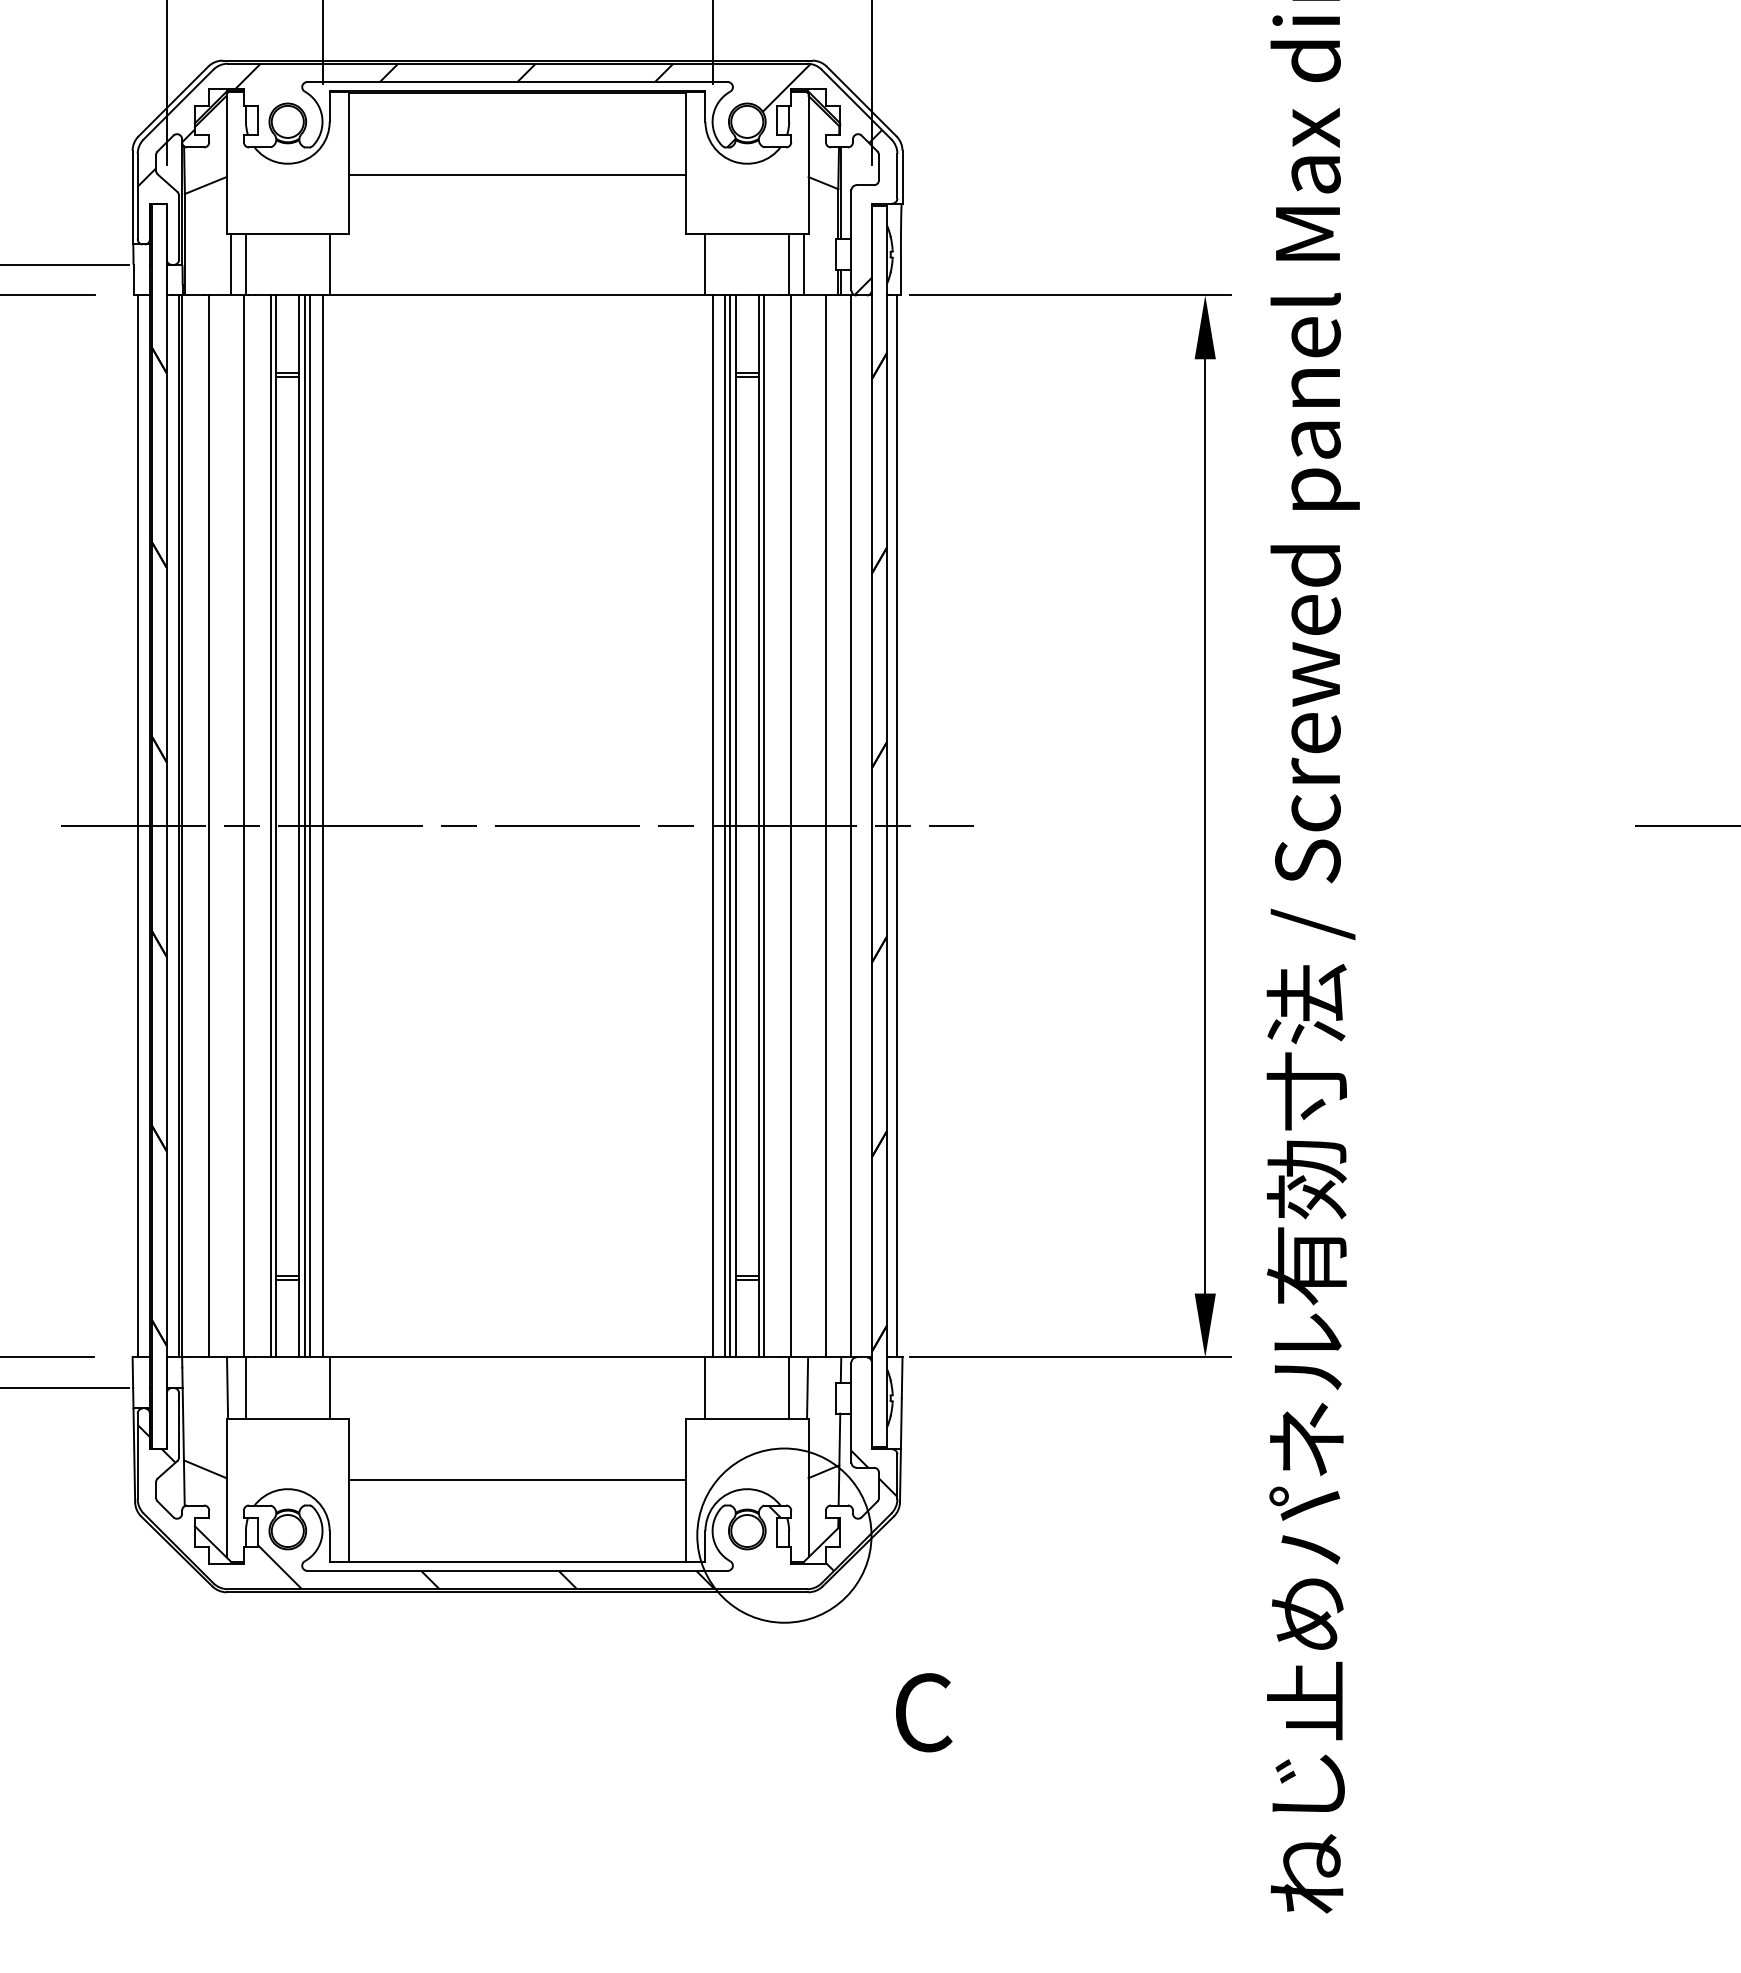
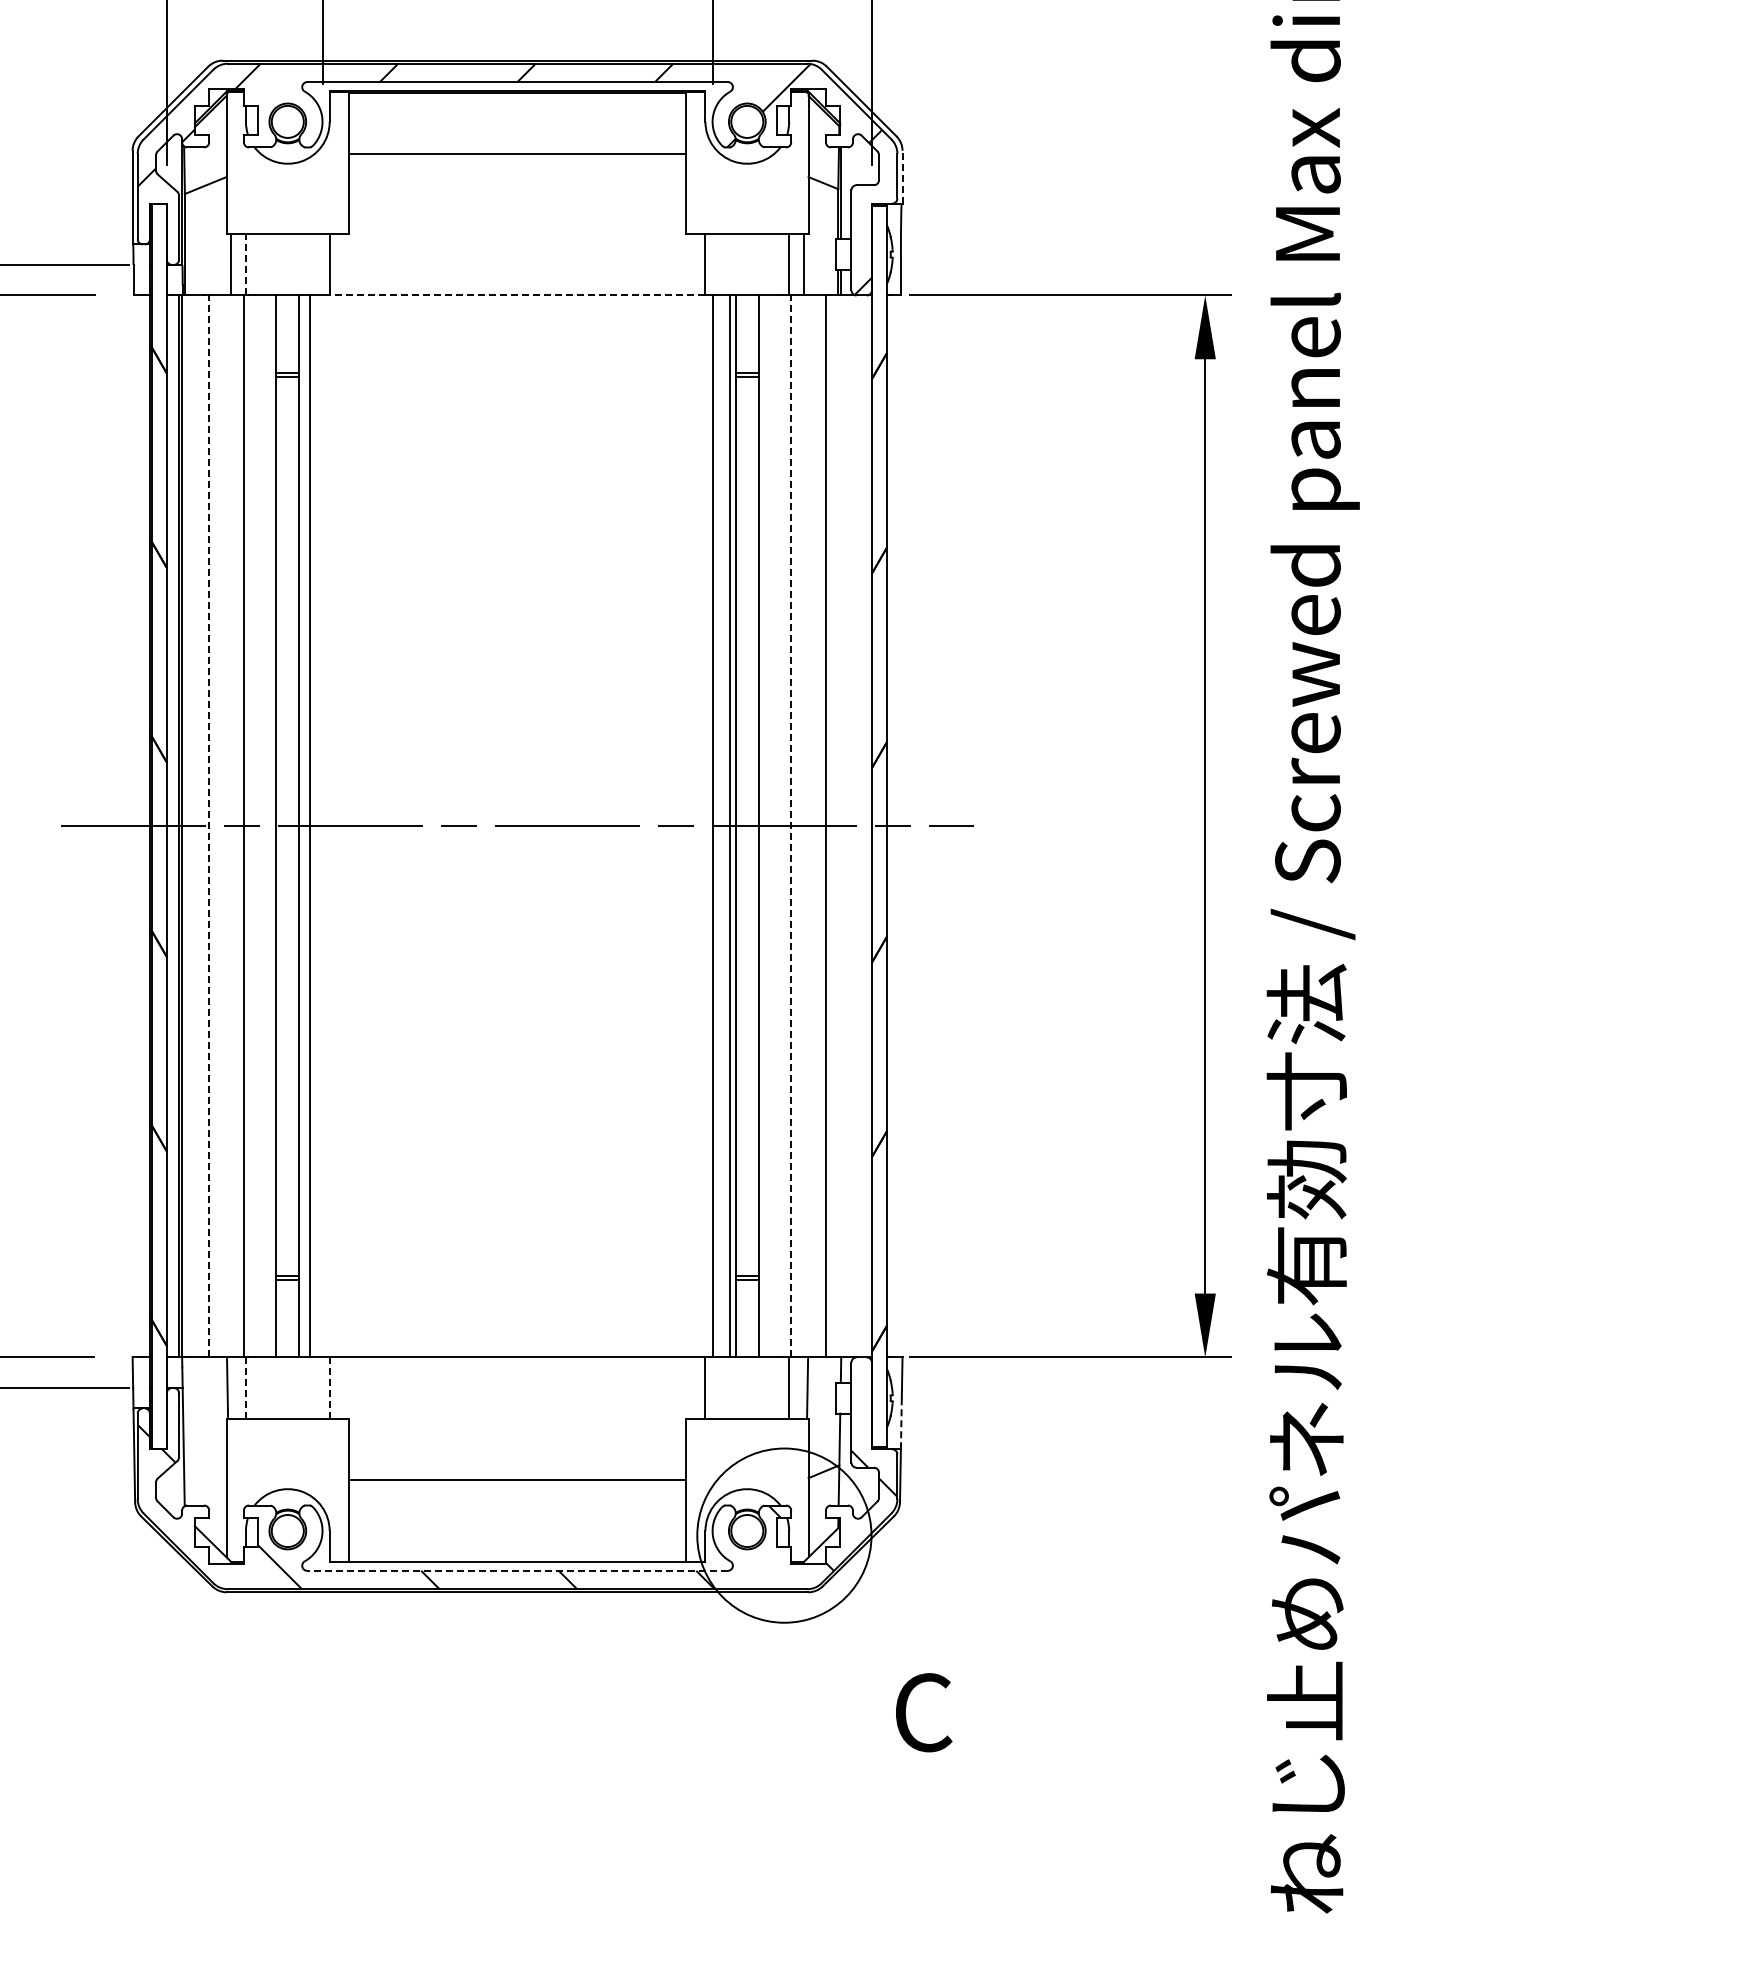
line at (517, 175) position: (517, 175) -> (517, 154)
line at (902, 176): solid -> dashed
line at (245, 264): solid -> dashed
line at (517, 295): solid -> dashed
line at (137, 826): present -> none
line at (209, 826): solid -> dashed
line at (270, 826): present -> none
line at (304, 826): present -> none
line at (322, 826): present -> none
line at (724, 826): present -> none
line at (764, 826): present -> none
line at (791, 826): solid -> dashed
line at (851, 826): present -> none
line at (897, 826): present -> none
line at (1685, 826): present -> none
line at (245, 1388): solid -> dashed
line at (329, 1388): solid -> dashed
line at (901, 1423): solid -> dashed
line at (204, 1469): present -> none
line at (517, 1570): solid -> dashed
